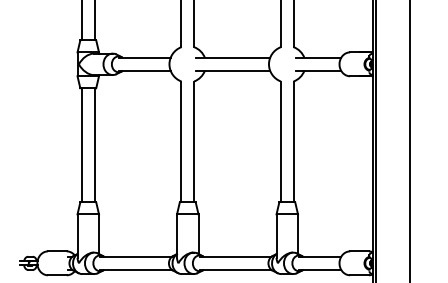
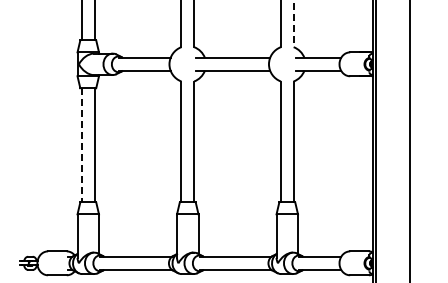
line at (293, 24): solid -> dashed
line at (81, 145): solid -> dashed
